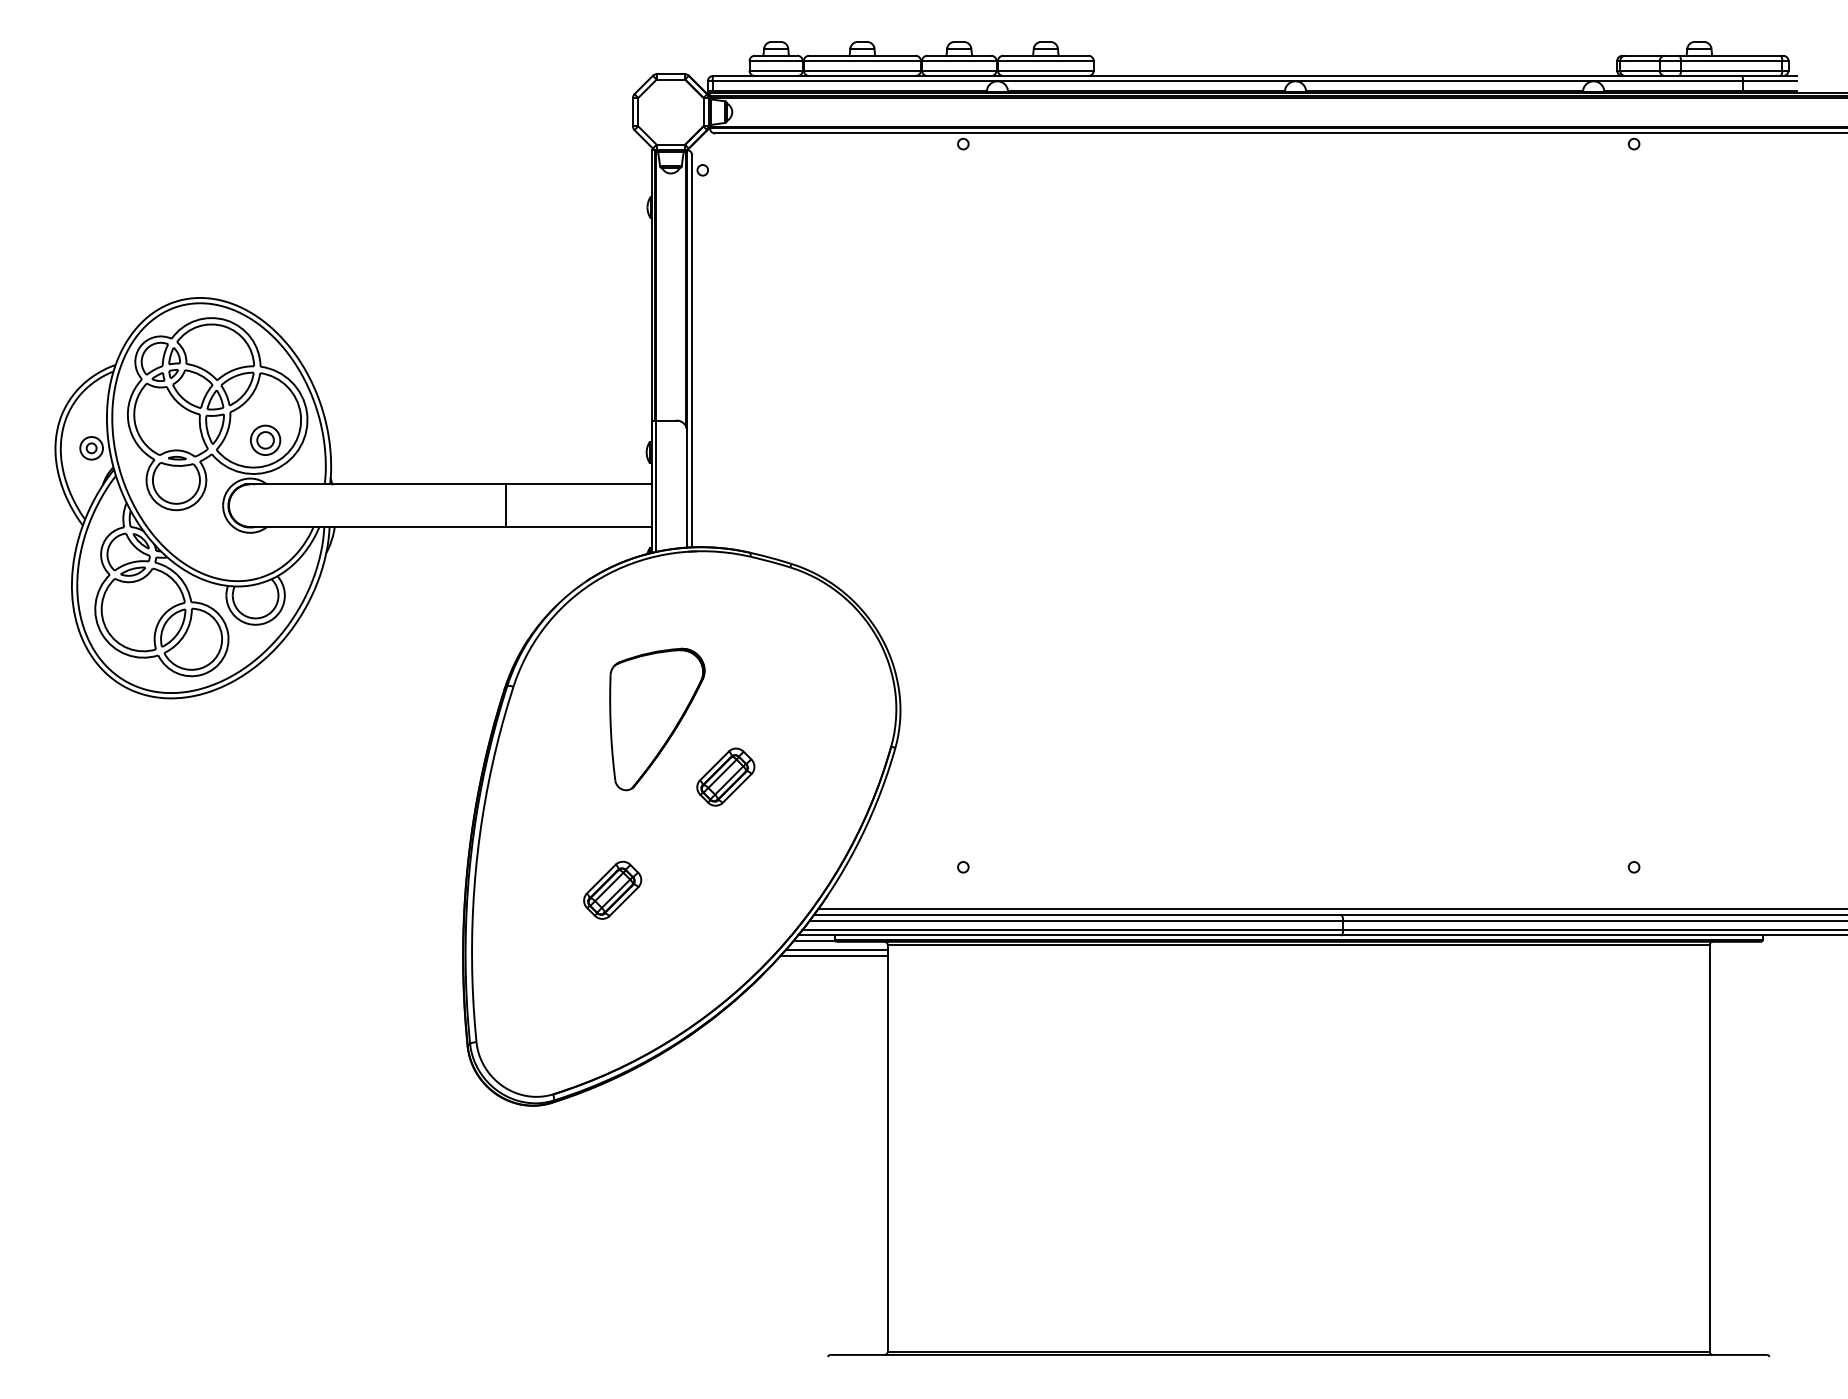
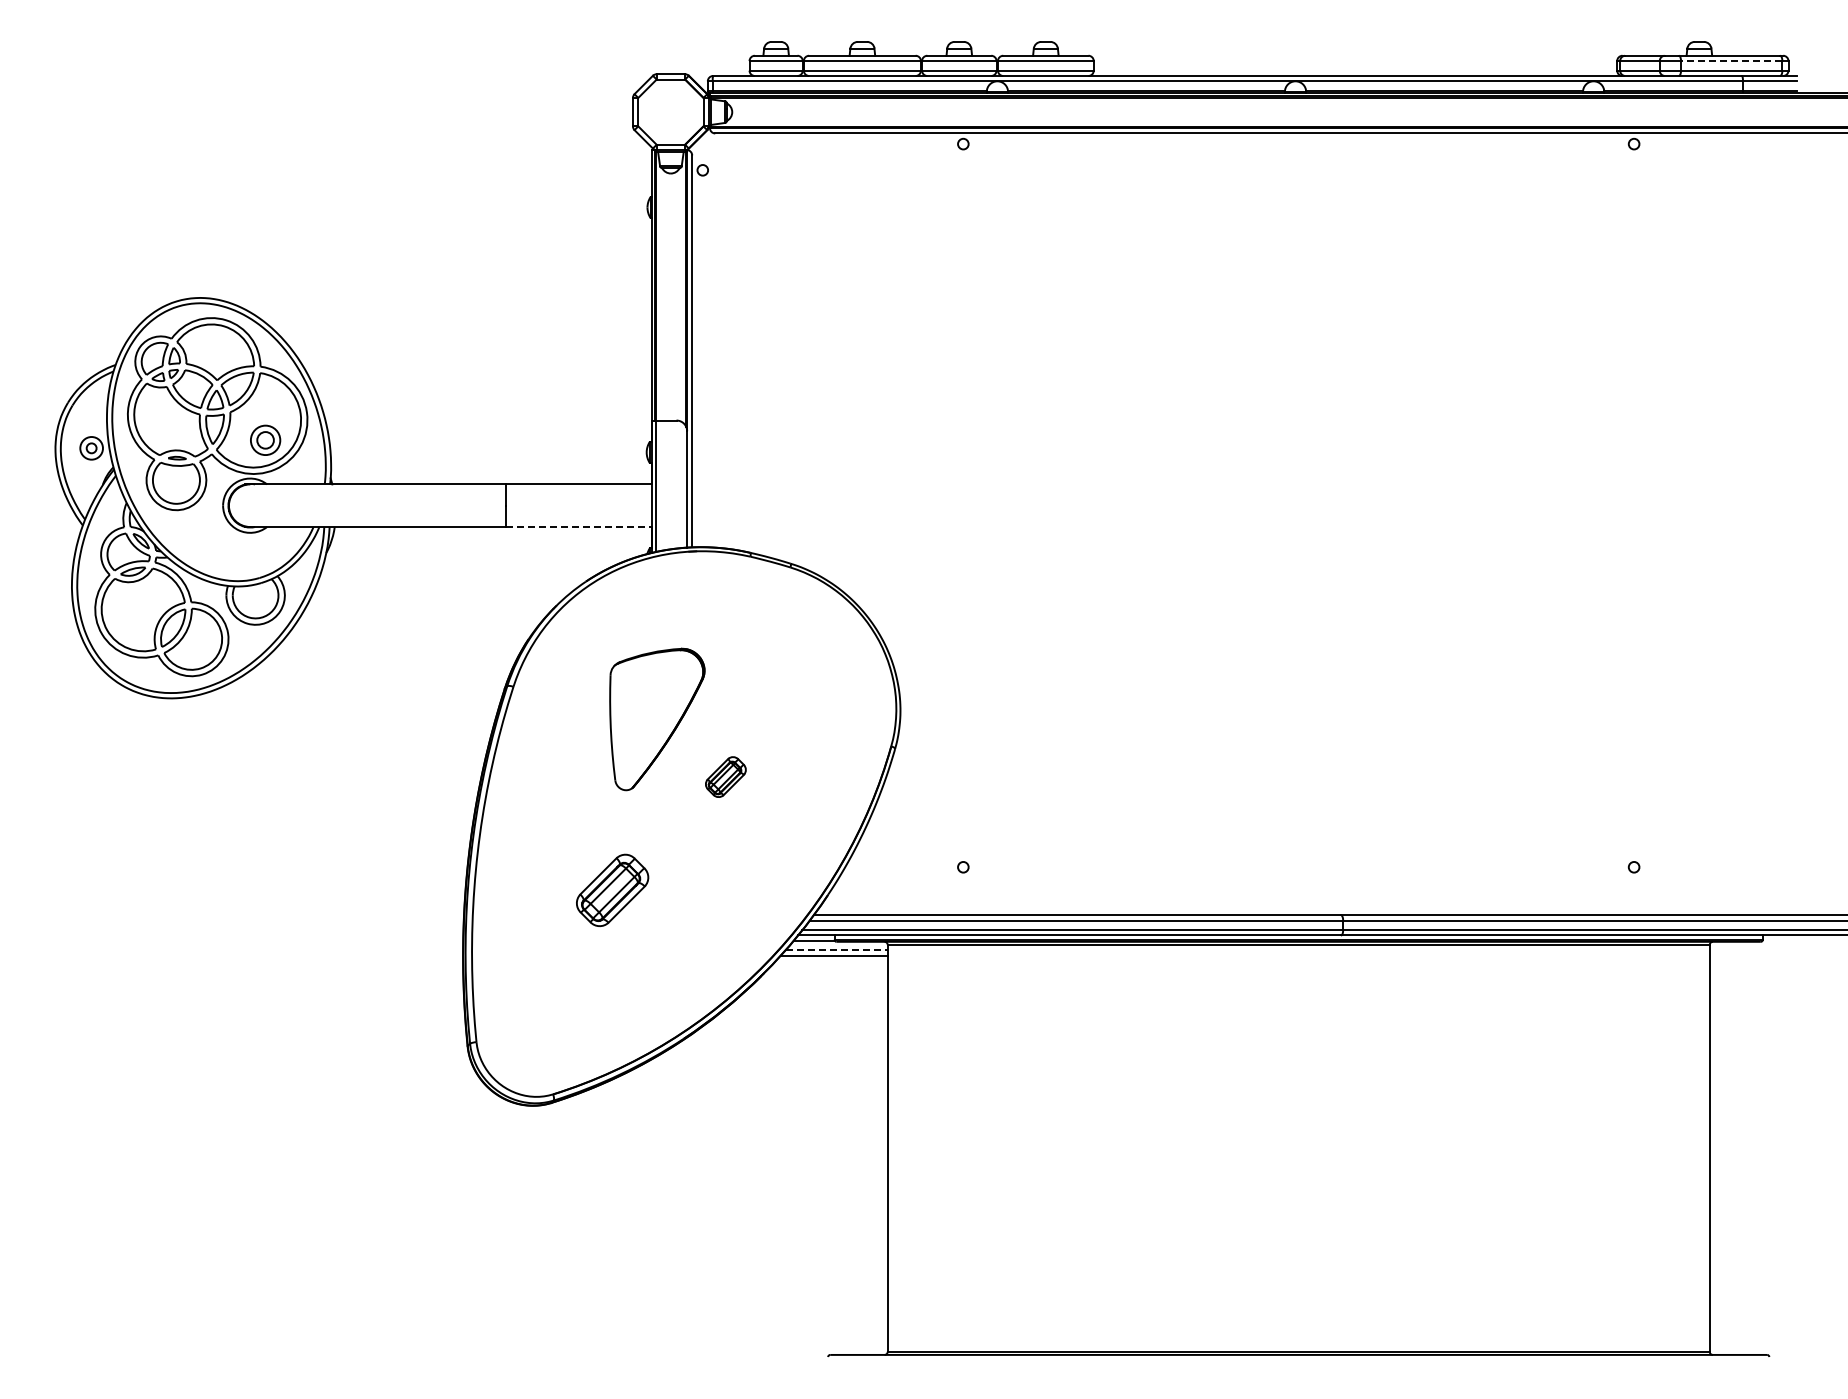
line at (1731, 61): solid -> dashed
line at (579, 527): solid -> dashed
part at (725, 776) size: 60x60 px -> 42x42 px
part at (612, 889) size: 60x60 px -> 74x75 px
line at (1331, 908): present -> none
line at (837, 950): solid -> dashed
